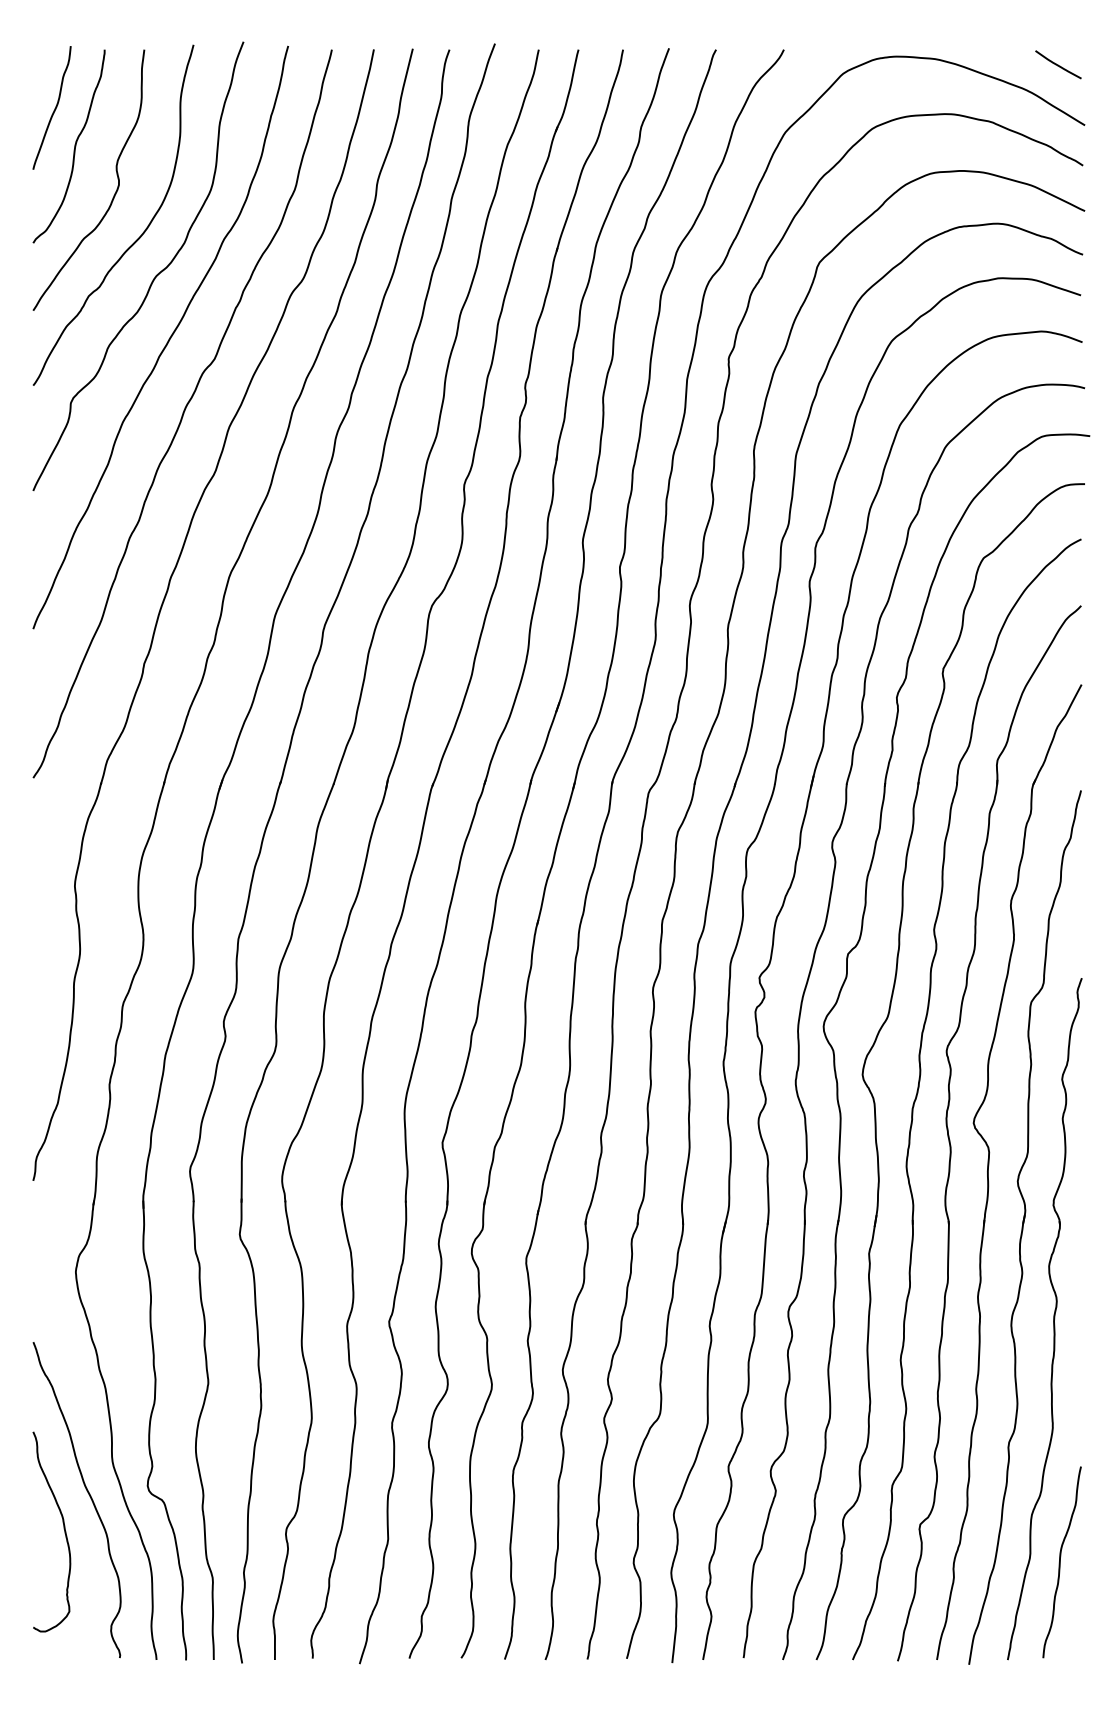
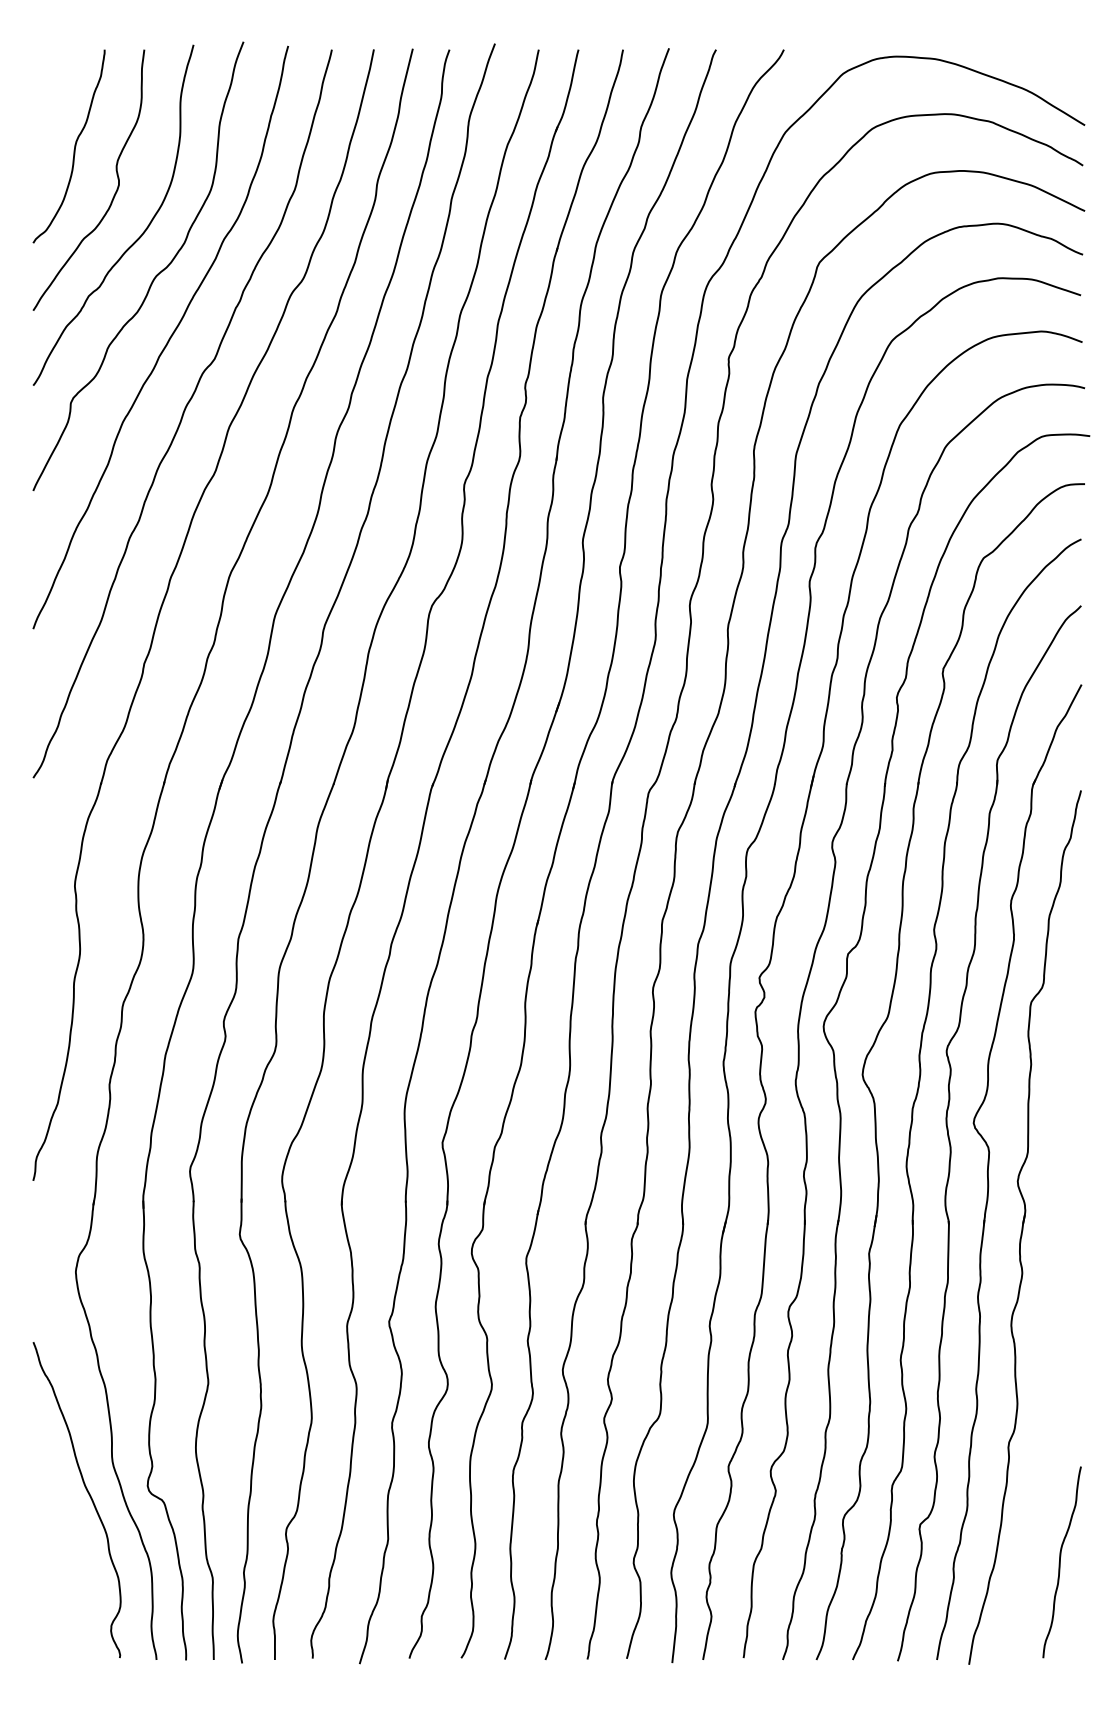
line at (1058, 64): present -> none
curve at (54, 108): present -> none
part at (1053, 1319): present -> none
curve at (63, 1529): present -> none
